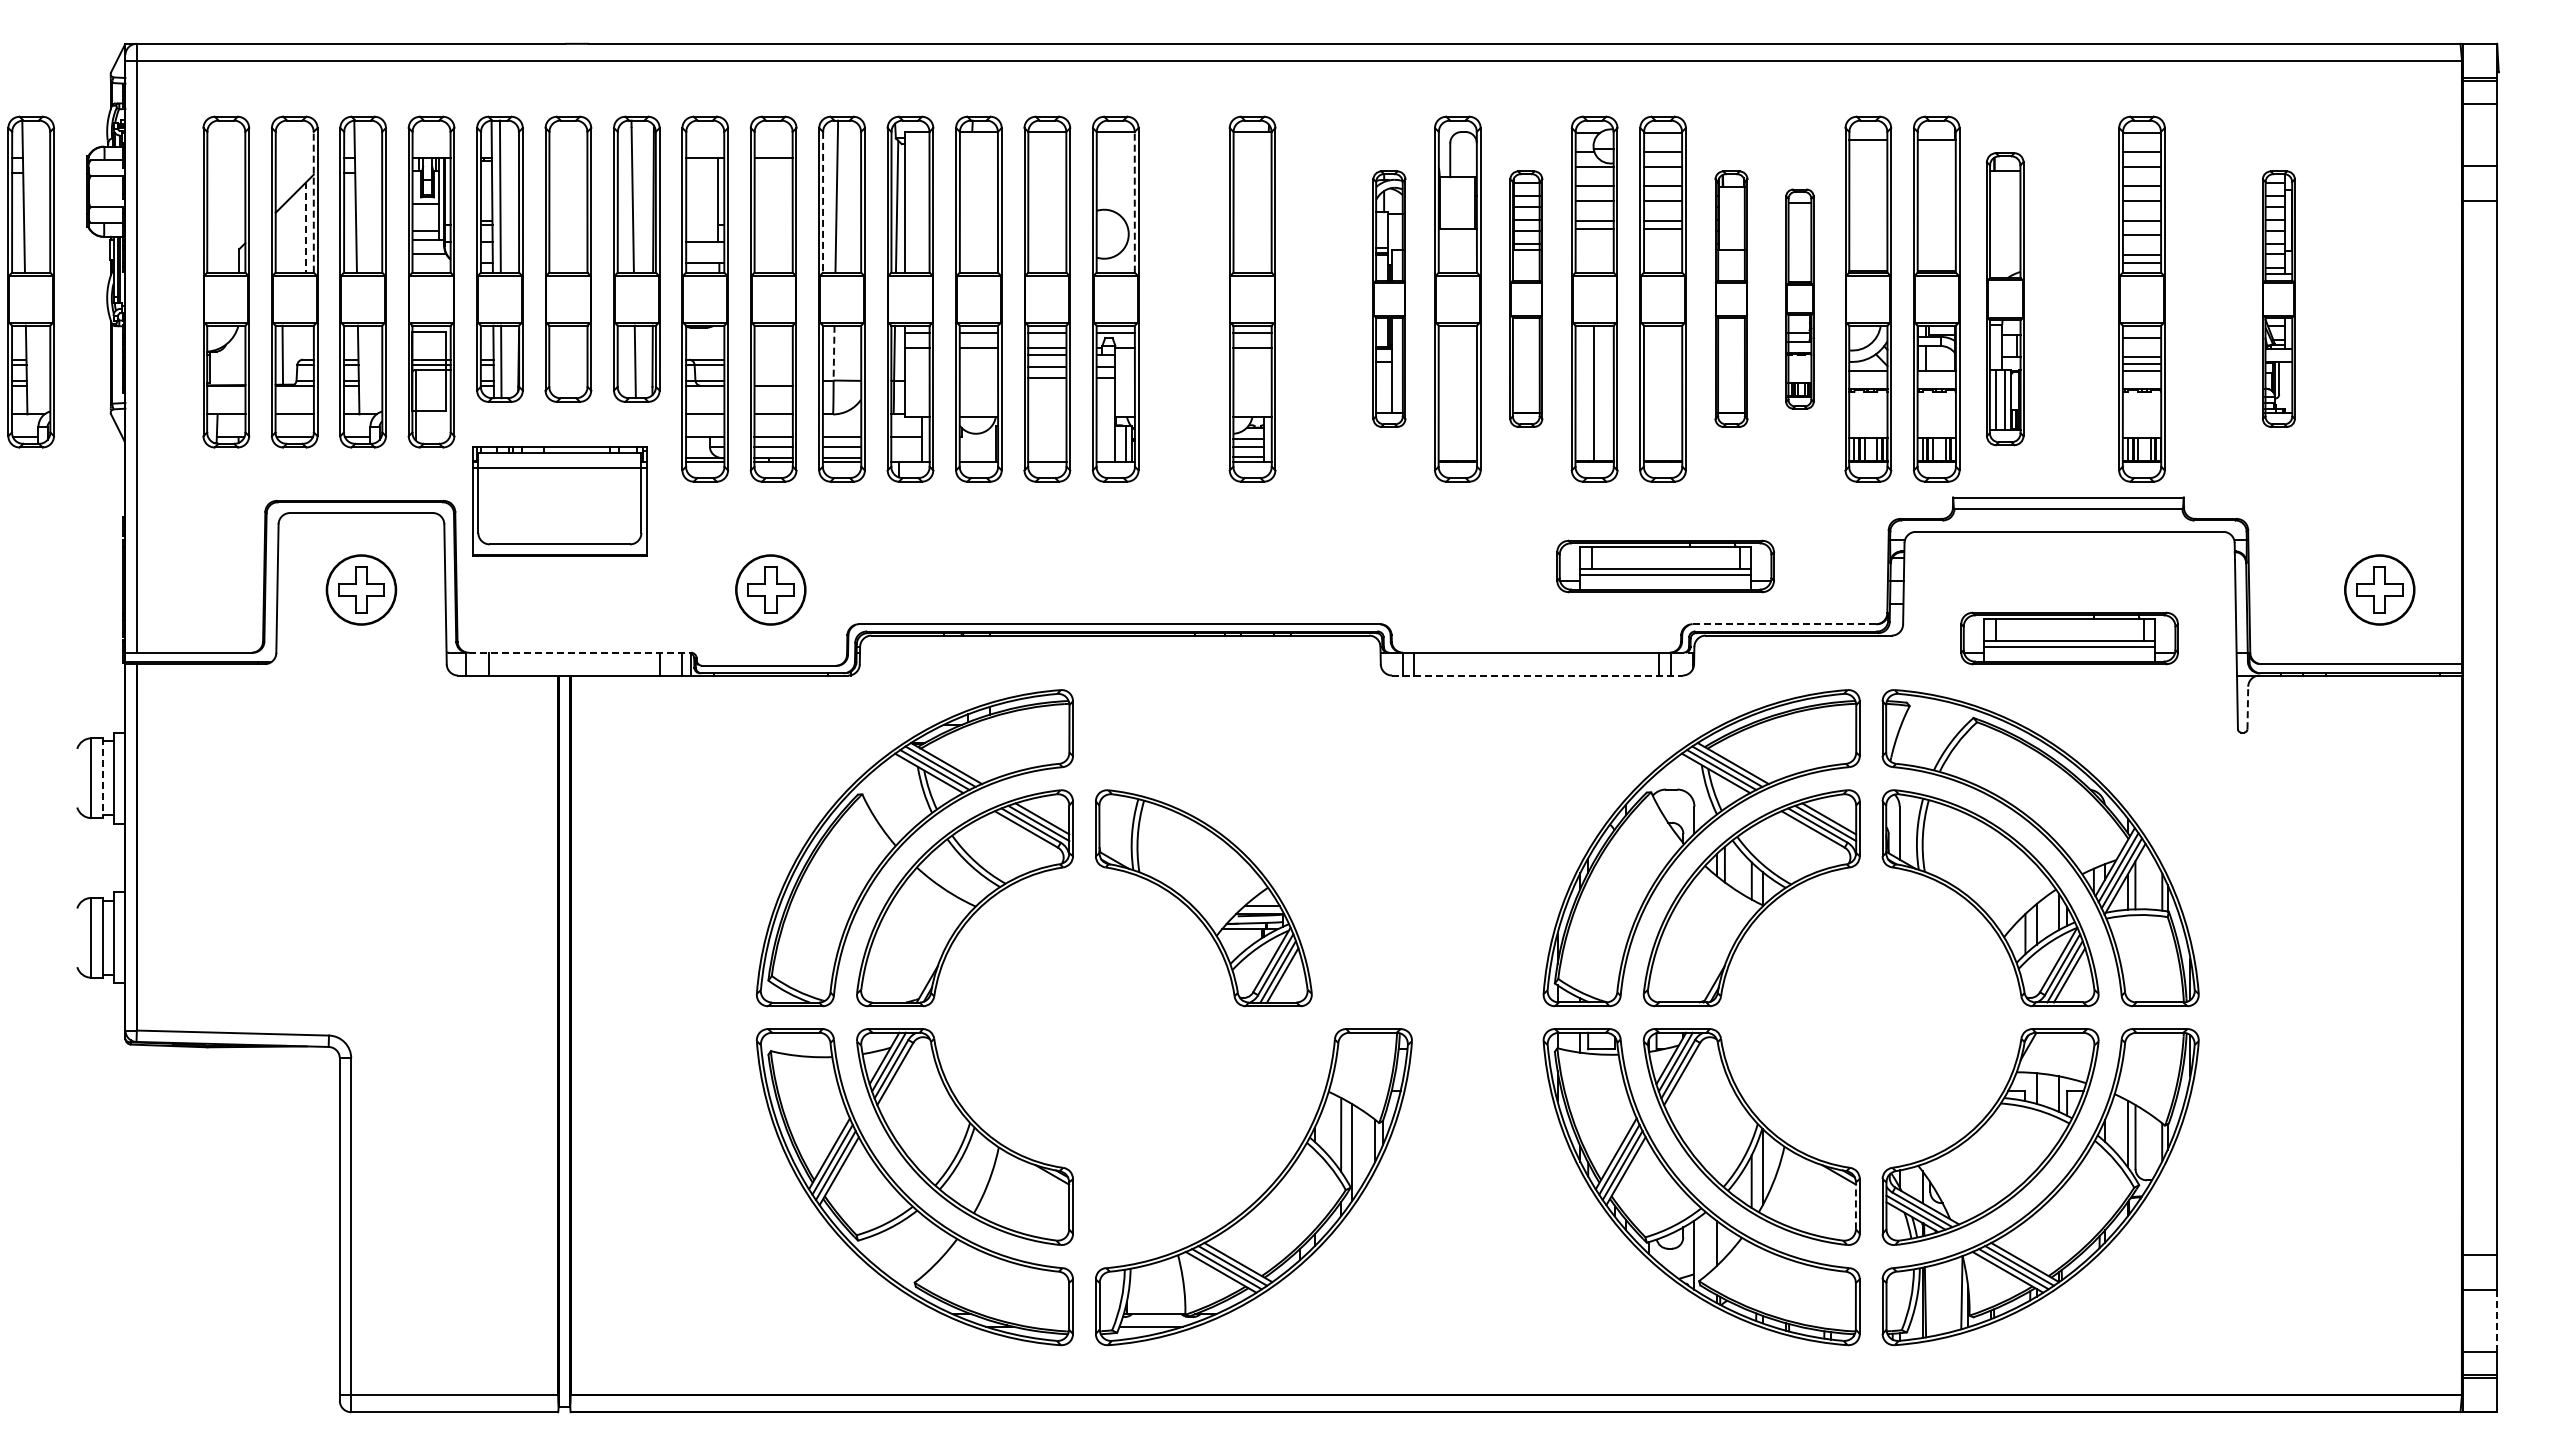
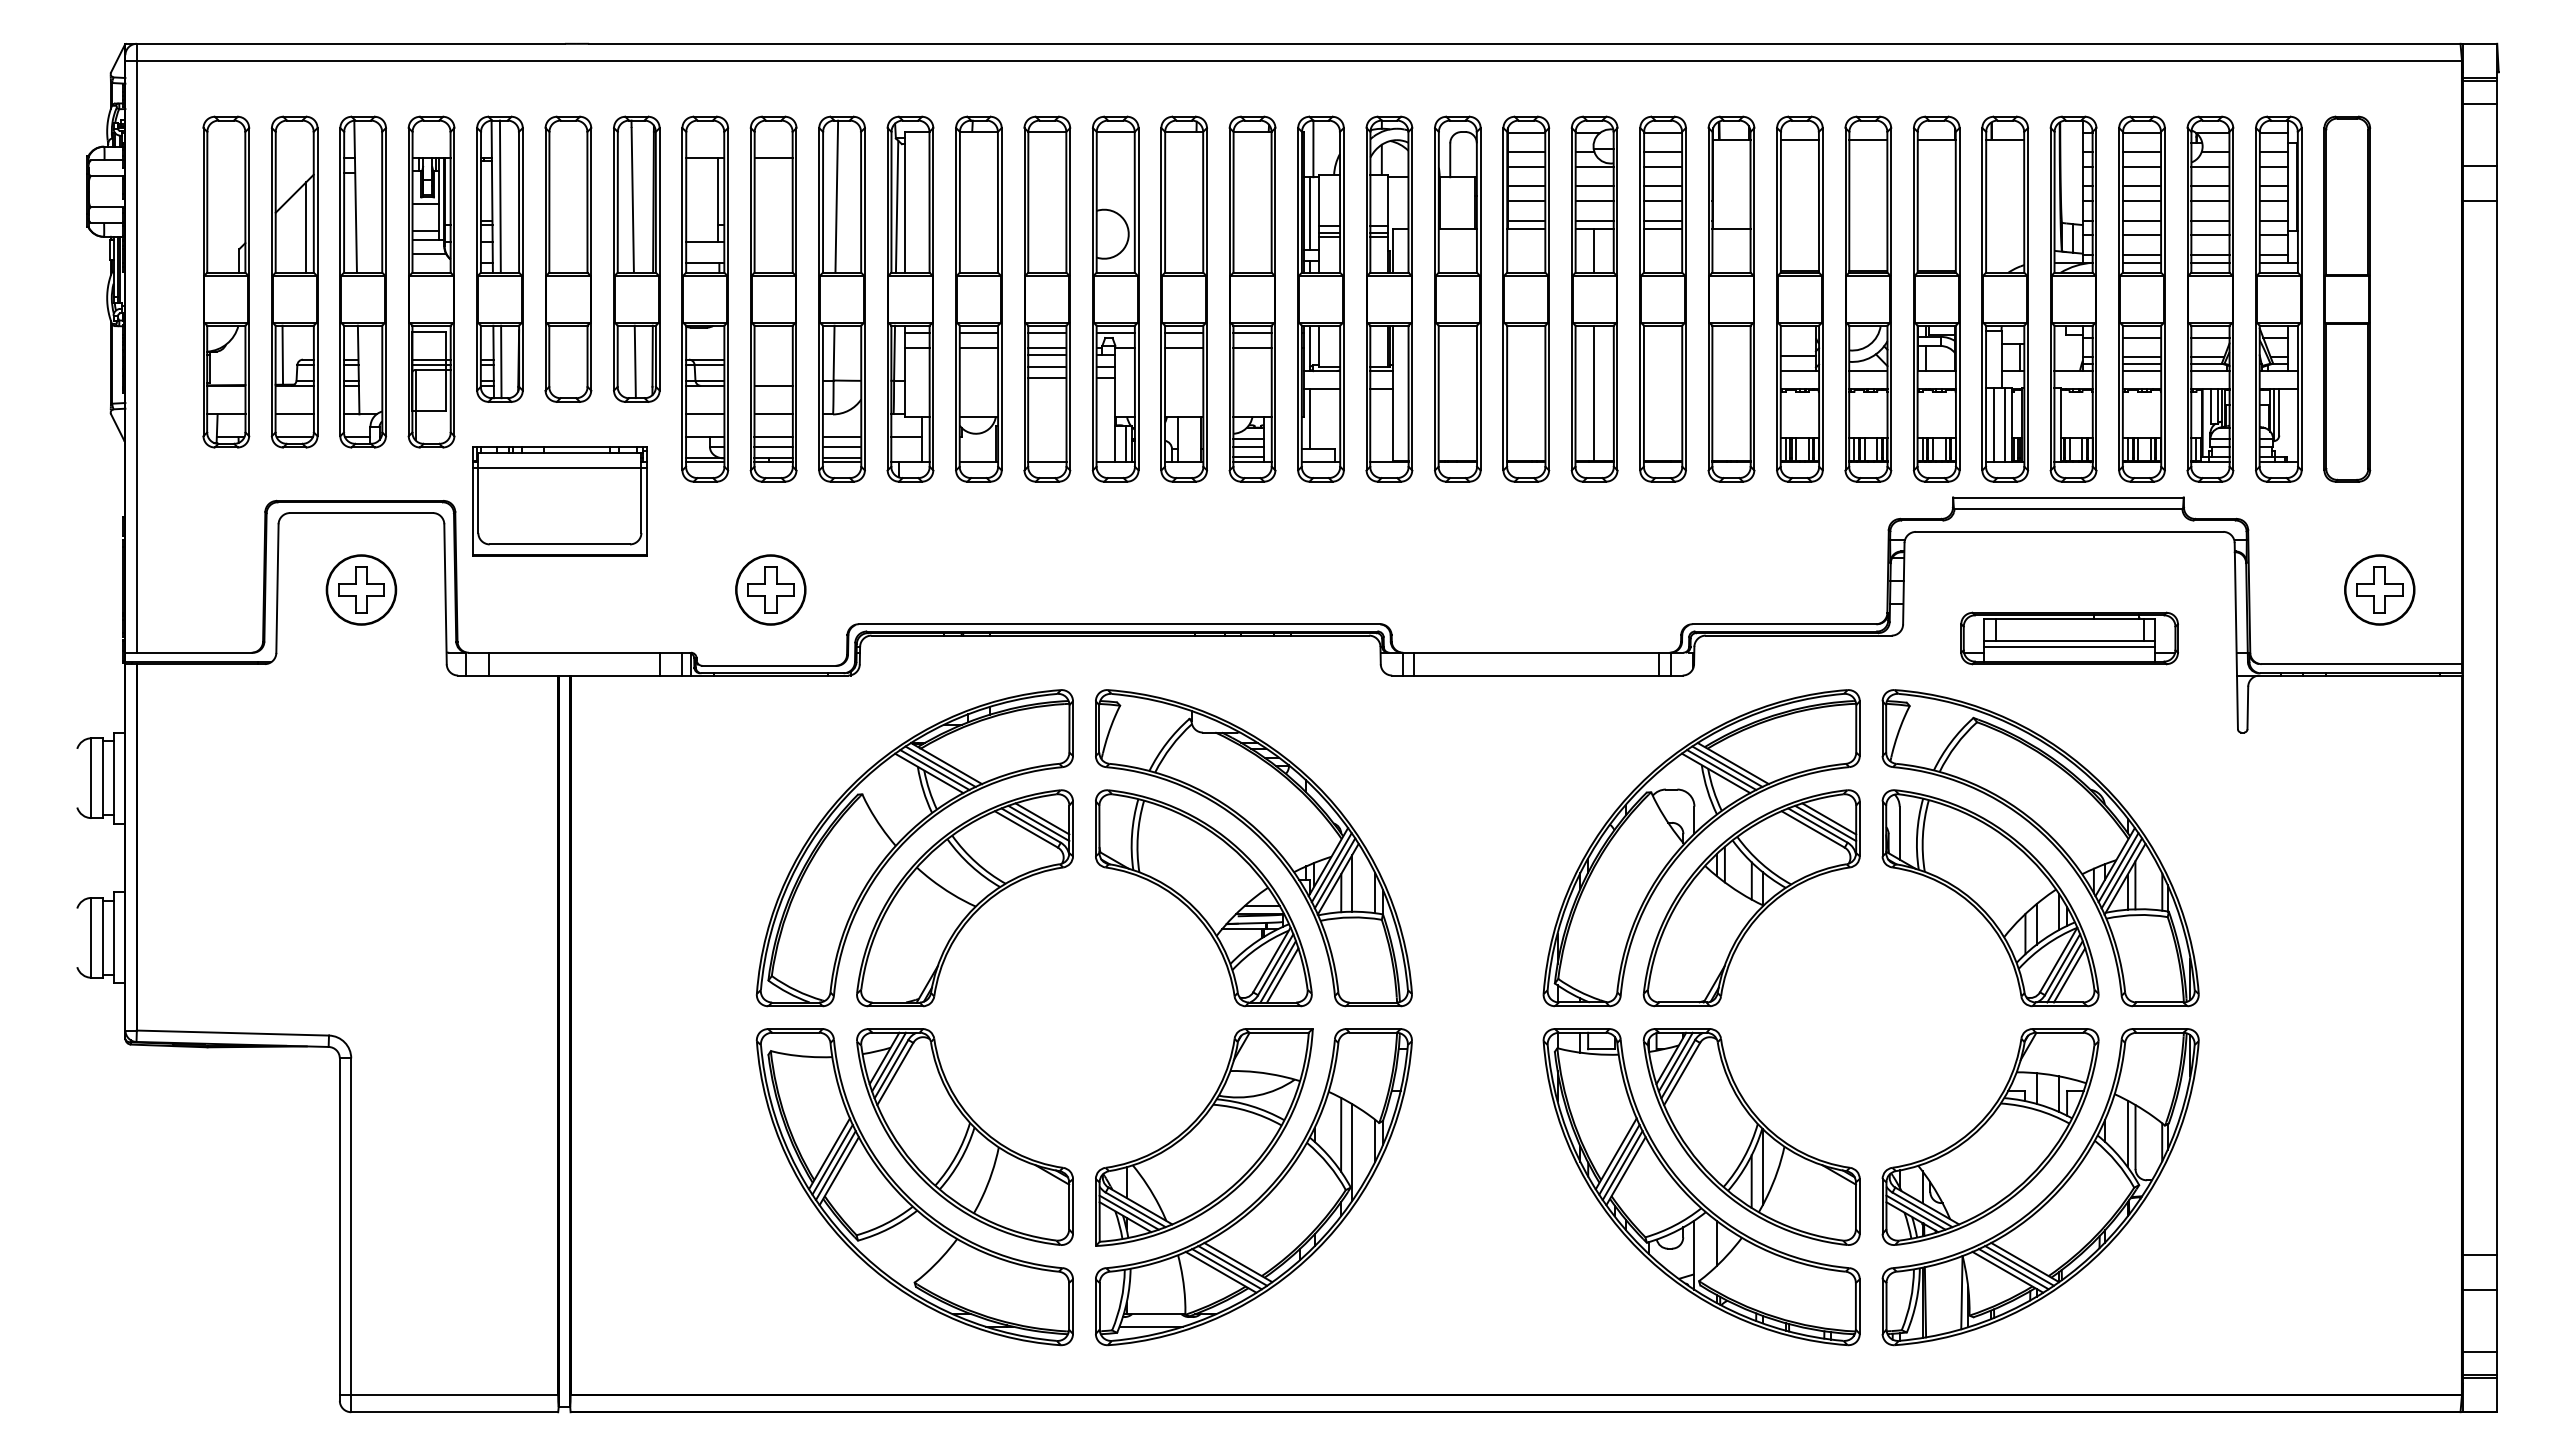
line at (313, 201): dashed -> solid
line at (1134, 201): dashed -> solid
line at (823, 202): dashed -> solid
line at (306, 227): dashed -> solid
line at (1593, 250): none -> present
part at (30, 281): present -> none
part at (1184, 298): none -> present
part at (1320, 298): none -> present
part at (1389, 298) size: 35x258 px -> 49x368 px
part at (1526, 298) size: 35x258 px -> 49x368 px
part at (1731, 298) size: 35x258 px -> 49x368 px
part at (1799, 298) size: 30x222 px -> 48x368 px
part at (2073, 298): none -> present
part at (2210, 298): none -> present
part at (2278, 298) size: 35x258 px -> 48x368 px
part at (2347, 298): none -> present
part at (2005, 299) size: 39x295 px -> 49x368 px
line at (834, 353): dashed -> solid
part at (1665, 566): present -> none
line at (1784, 624): dashed -> solid
line at (580, 652): dashed -> solid
line at (1537, 675): dashed -> solid
line at (2247, 707): dashed -> solid
line at (102, 778): dashed -> solid
part at (1261, 840): none -> present
part at (1204, 1137): none -> present
line at (1855, 1205): dashed -> solid
line at (2497, 1321): dashed -> solid
